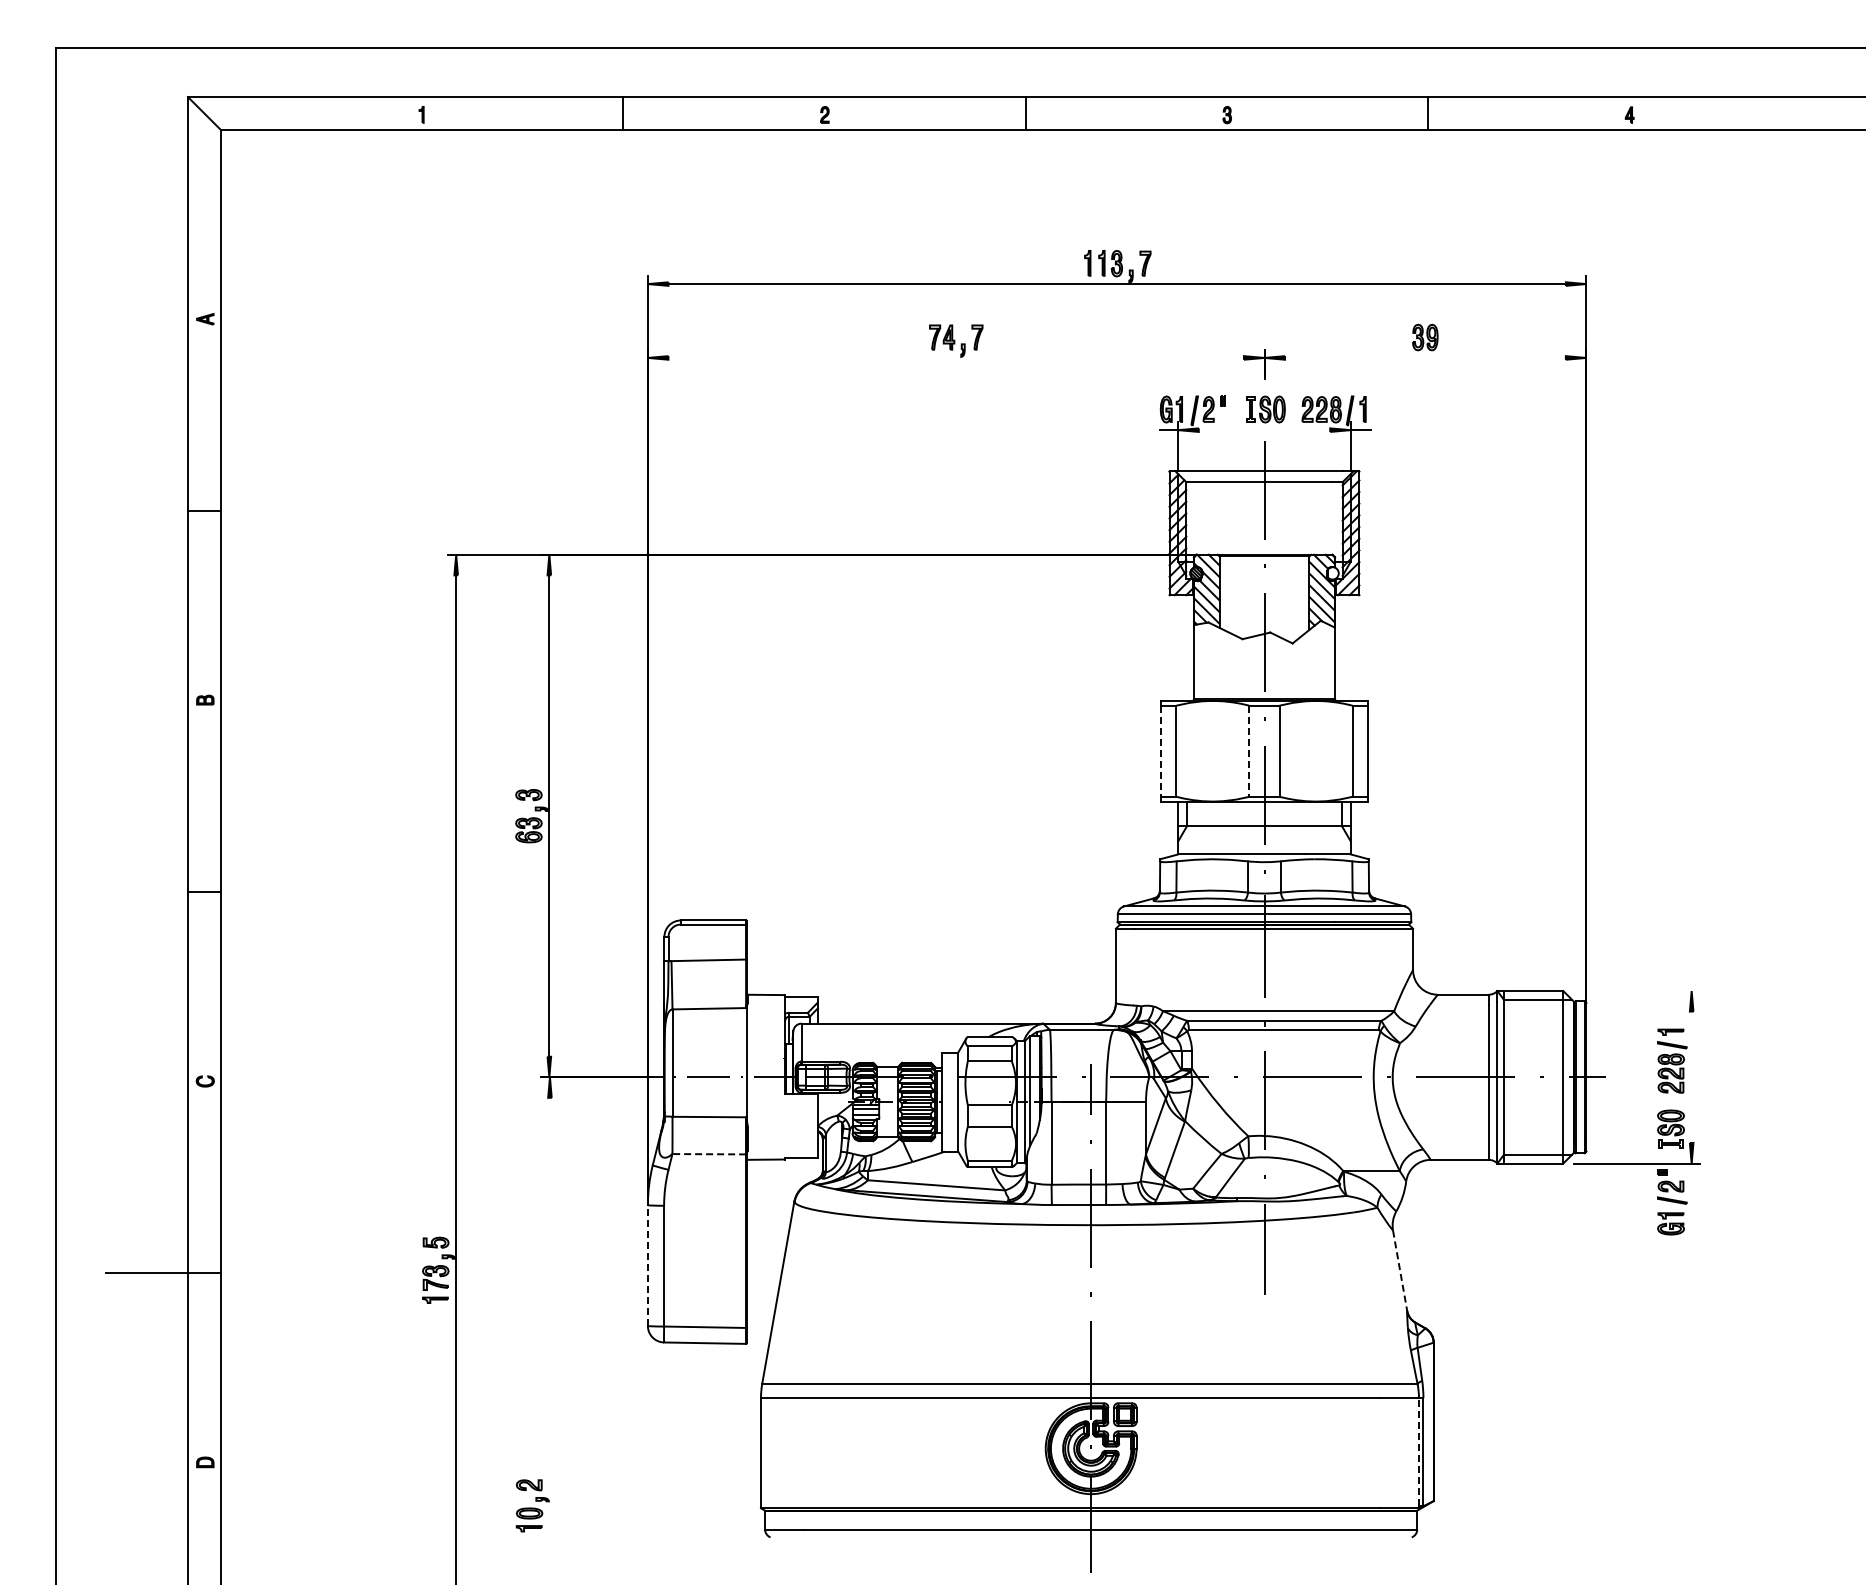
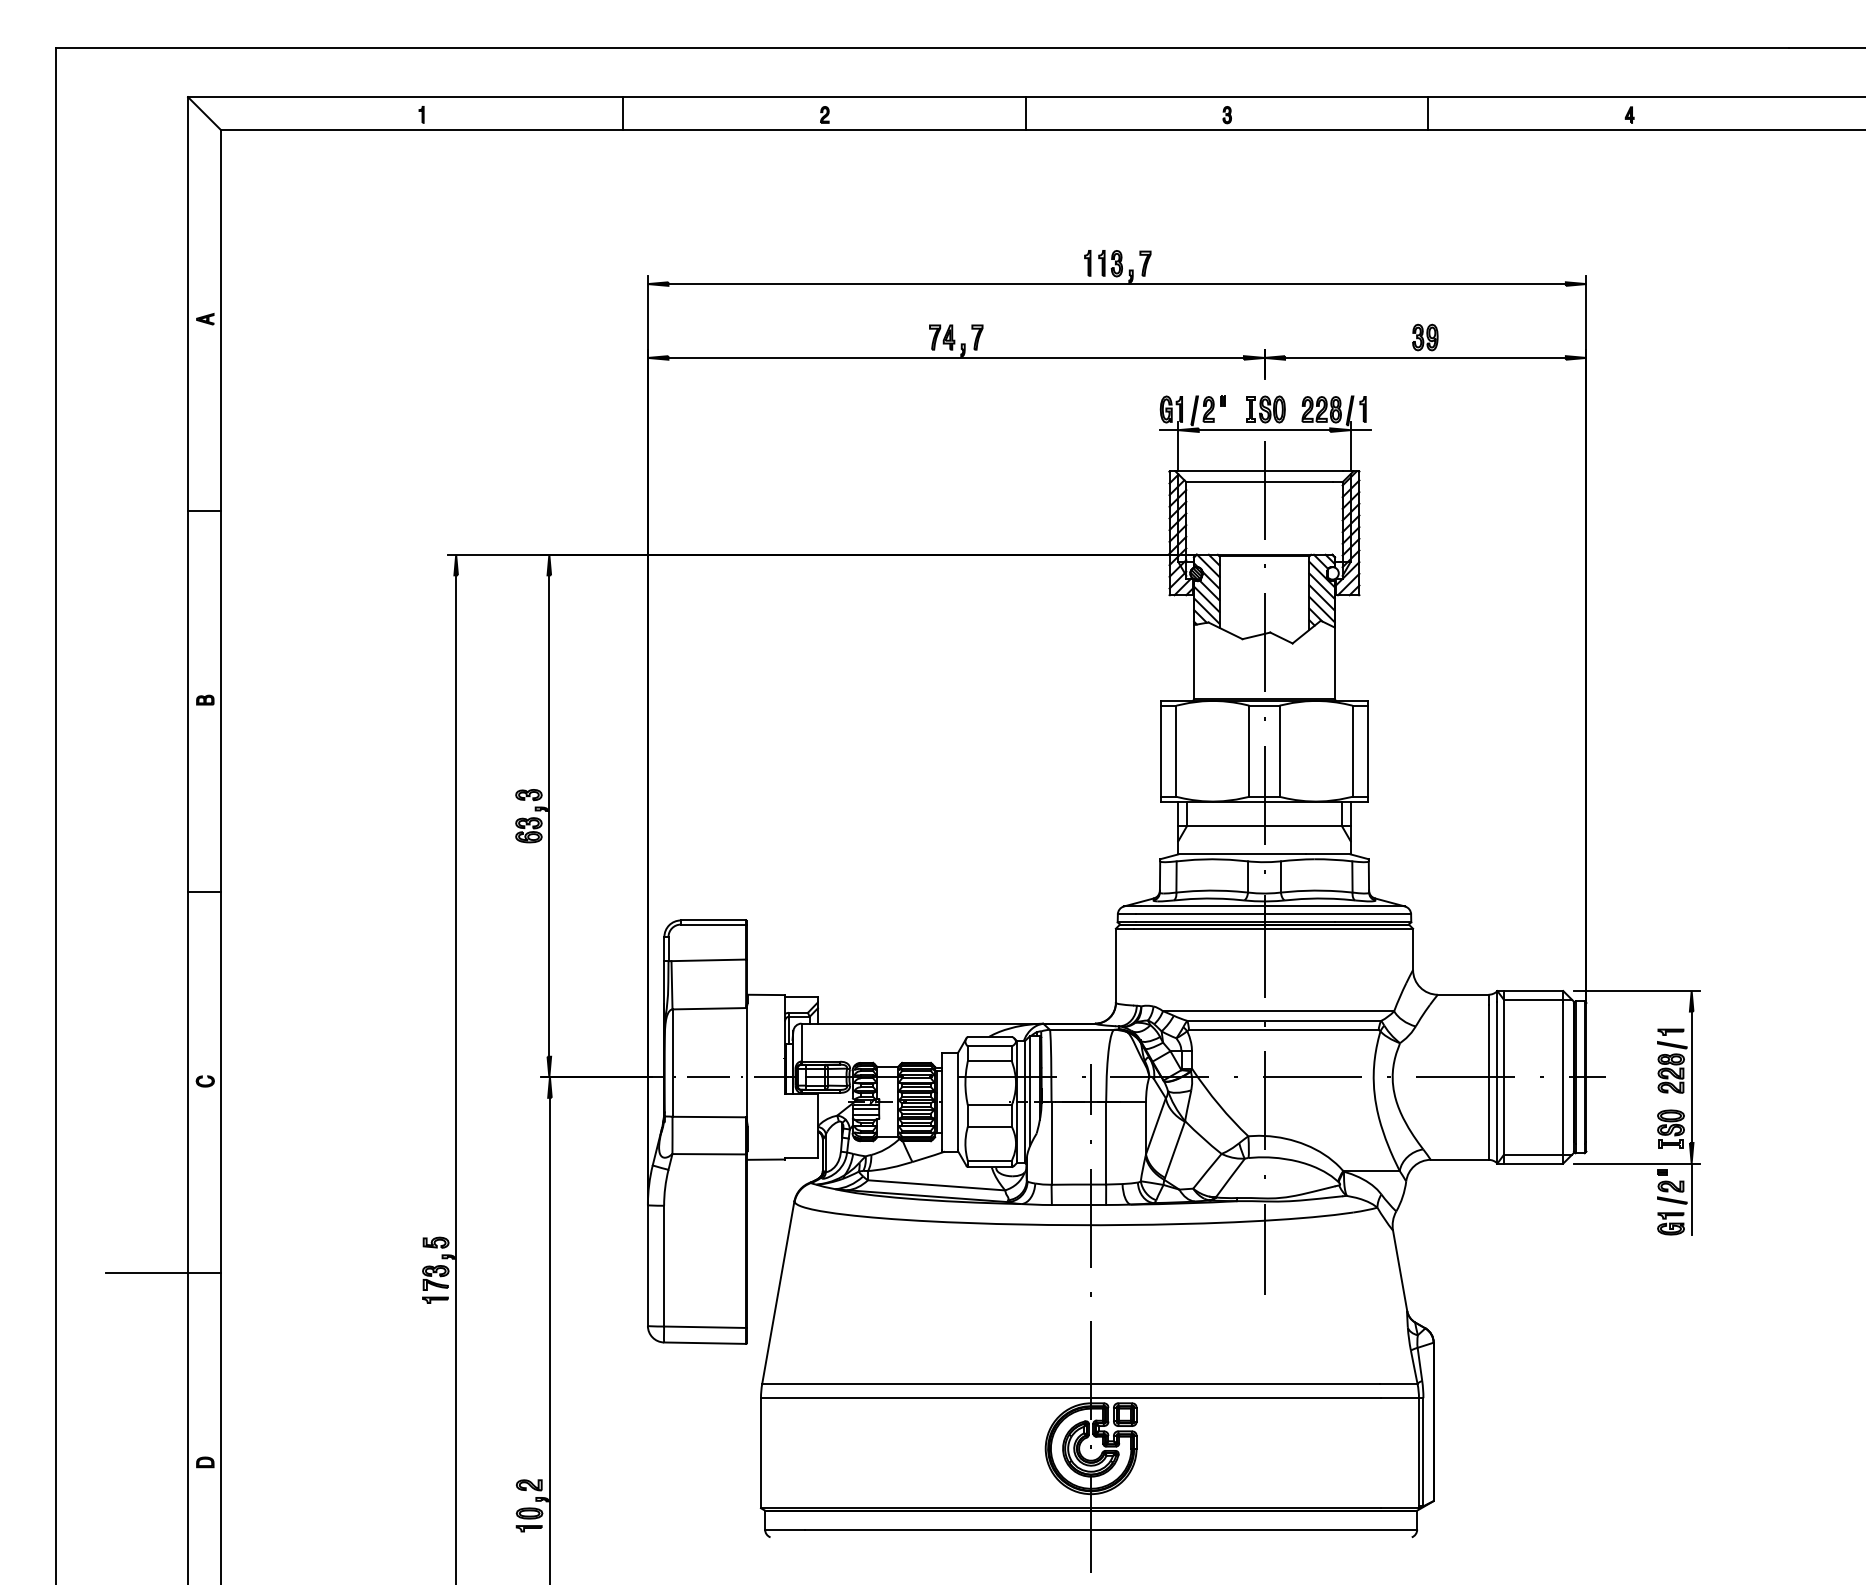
line at (955, 357): none -> present
line at (1425, 357): none -> present
line at (1264, 430): none -> present
line at (1161, 751): dashed -> solid
line at (1249, 751): dashed -> solid
line at (1636, 991): none -> present
line at (1691, 1077): none -> present
line at (709, 1154): dashed -> solid
line at (1691, 1199): none -> present
line at (647, 1265): dashed -> solid
line at (1400, 1270): dashed -> solid
line at (549, 1339): none -> present
line at (1418, 1451): dashed -> solid
